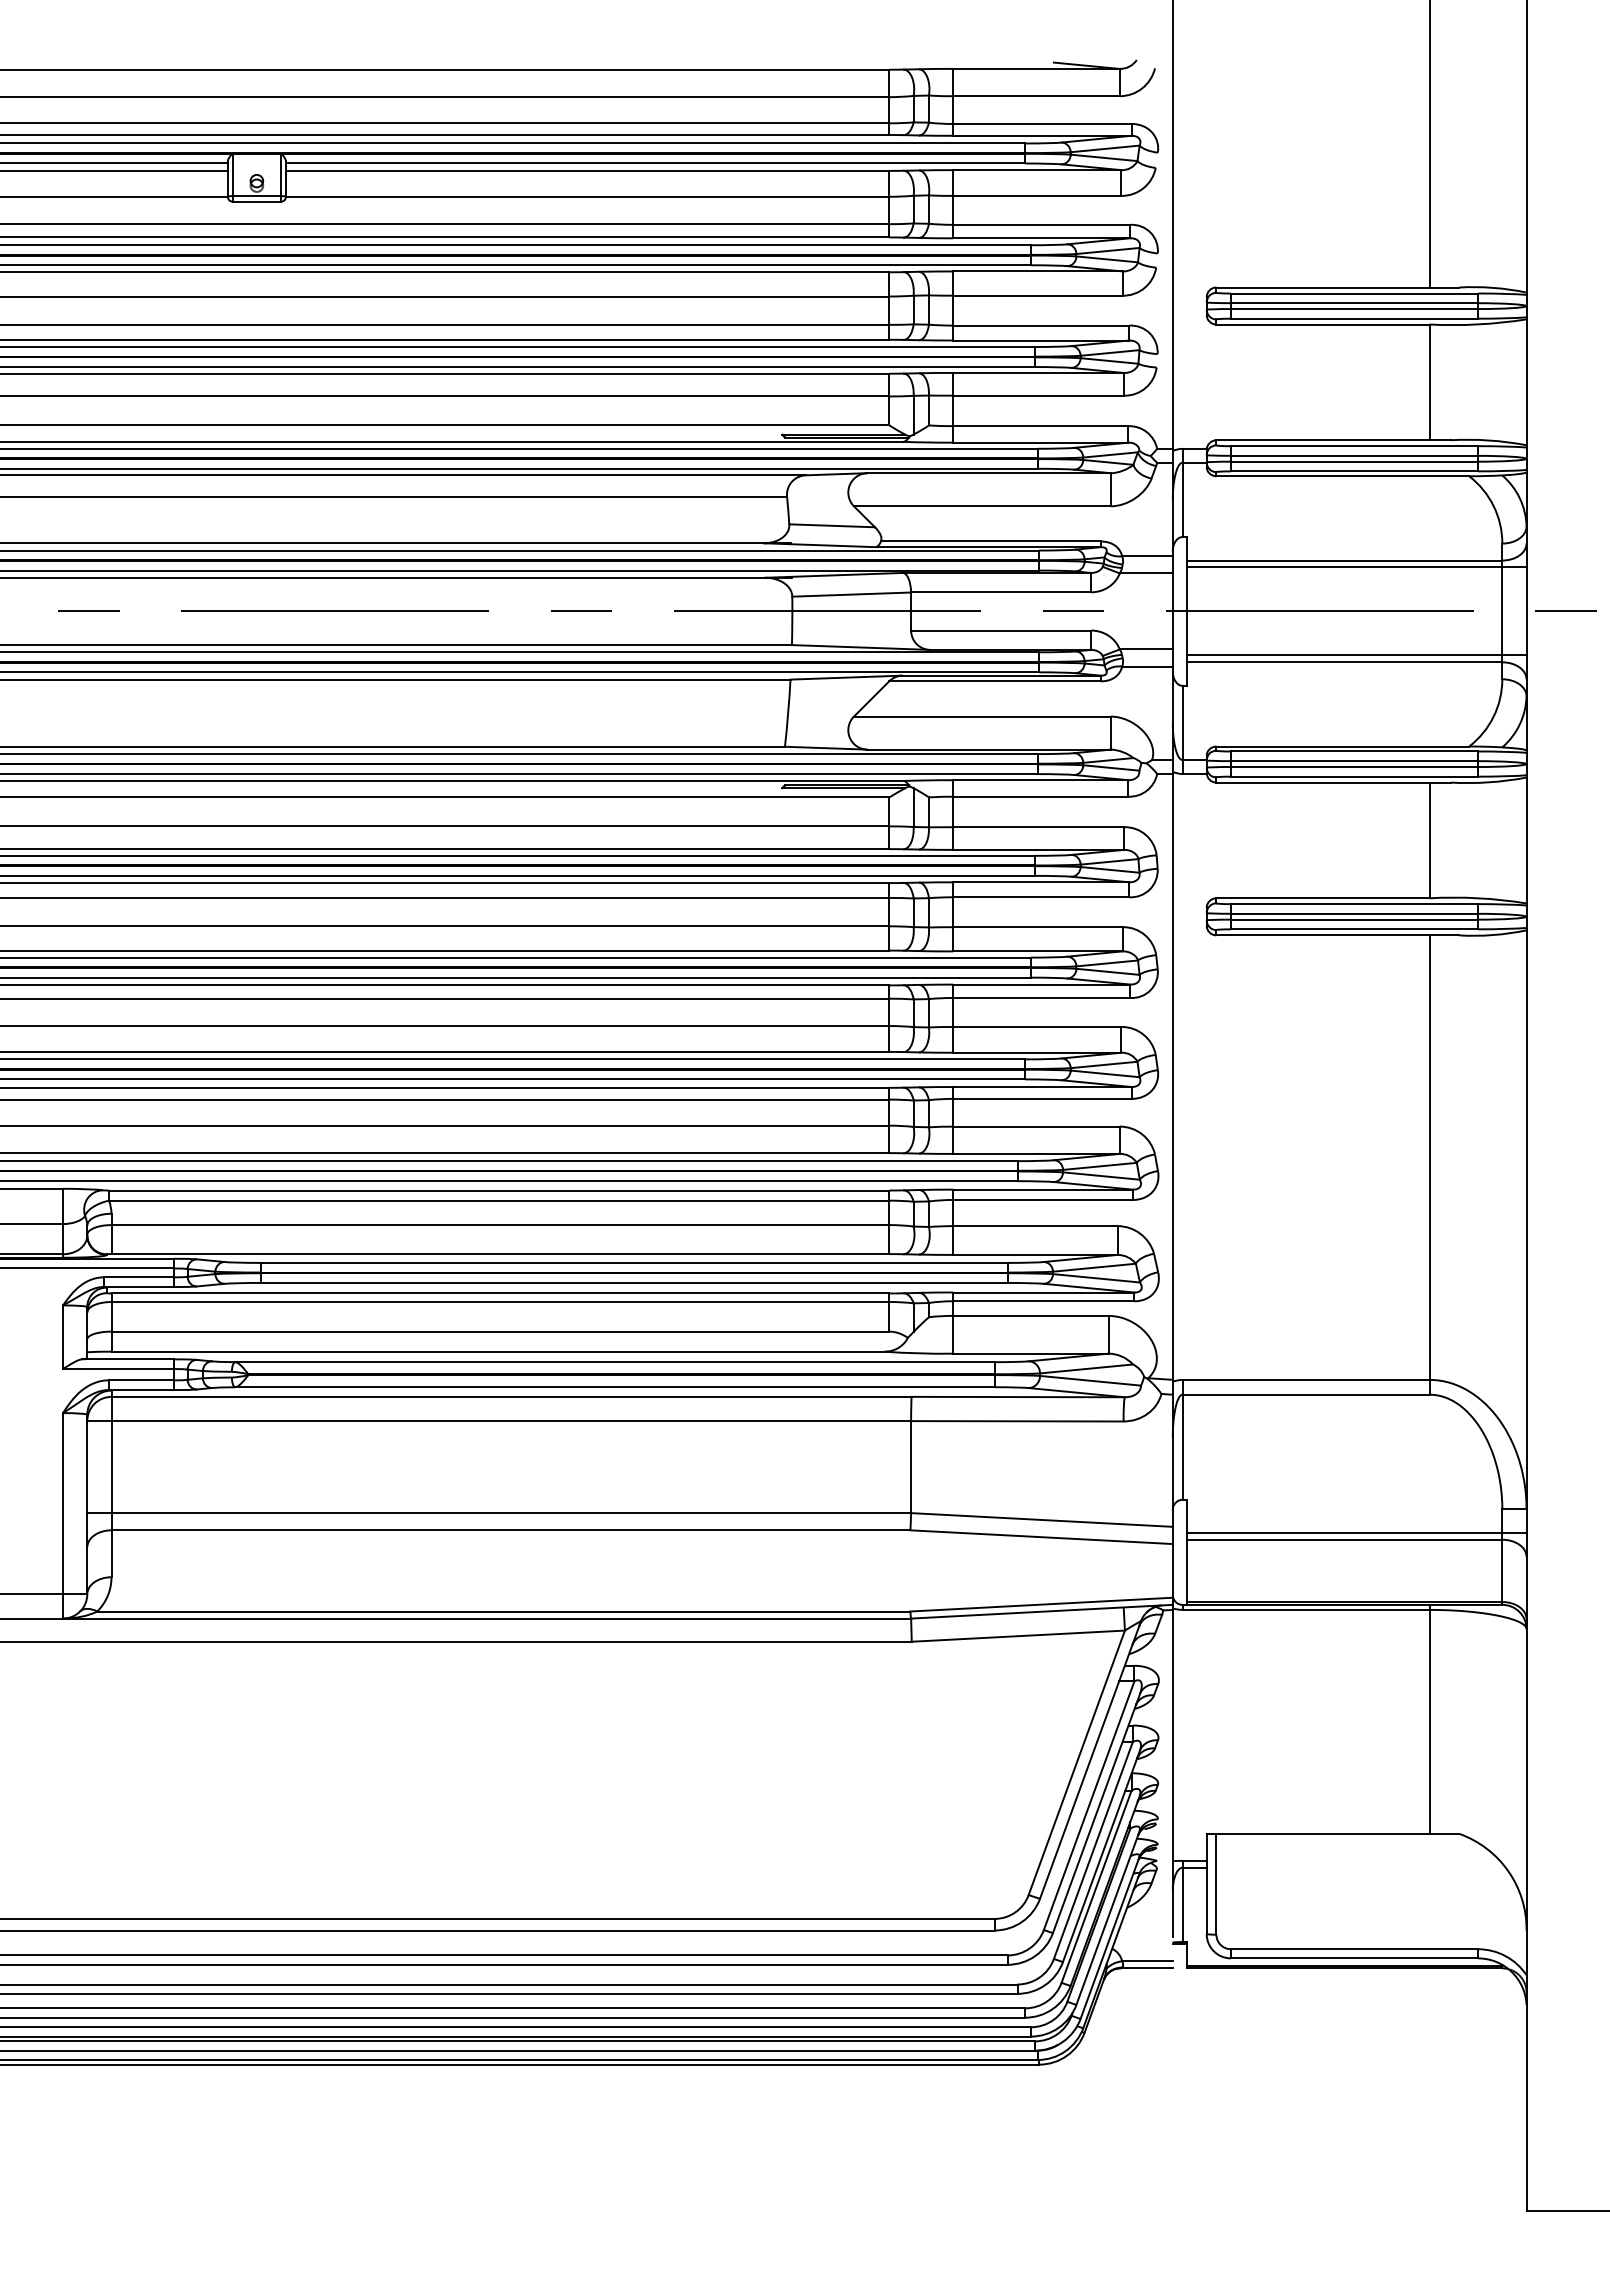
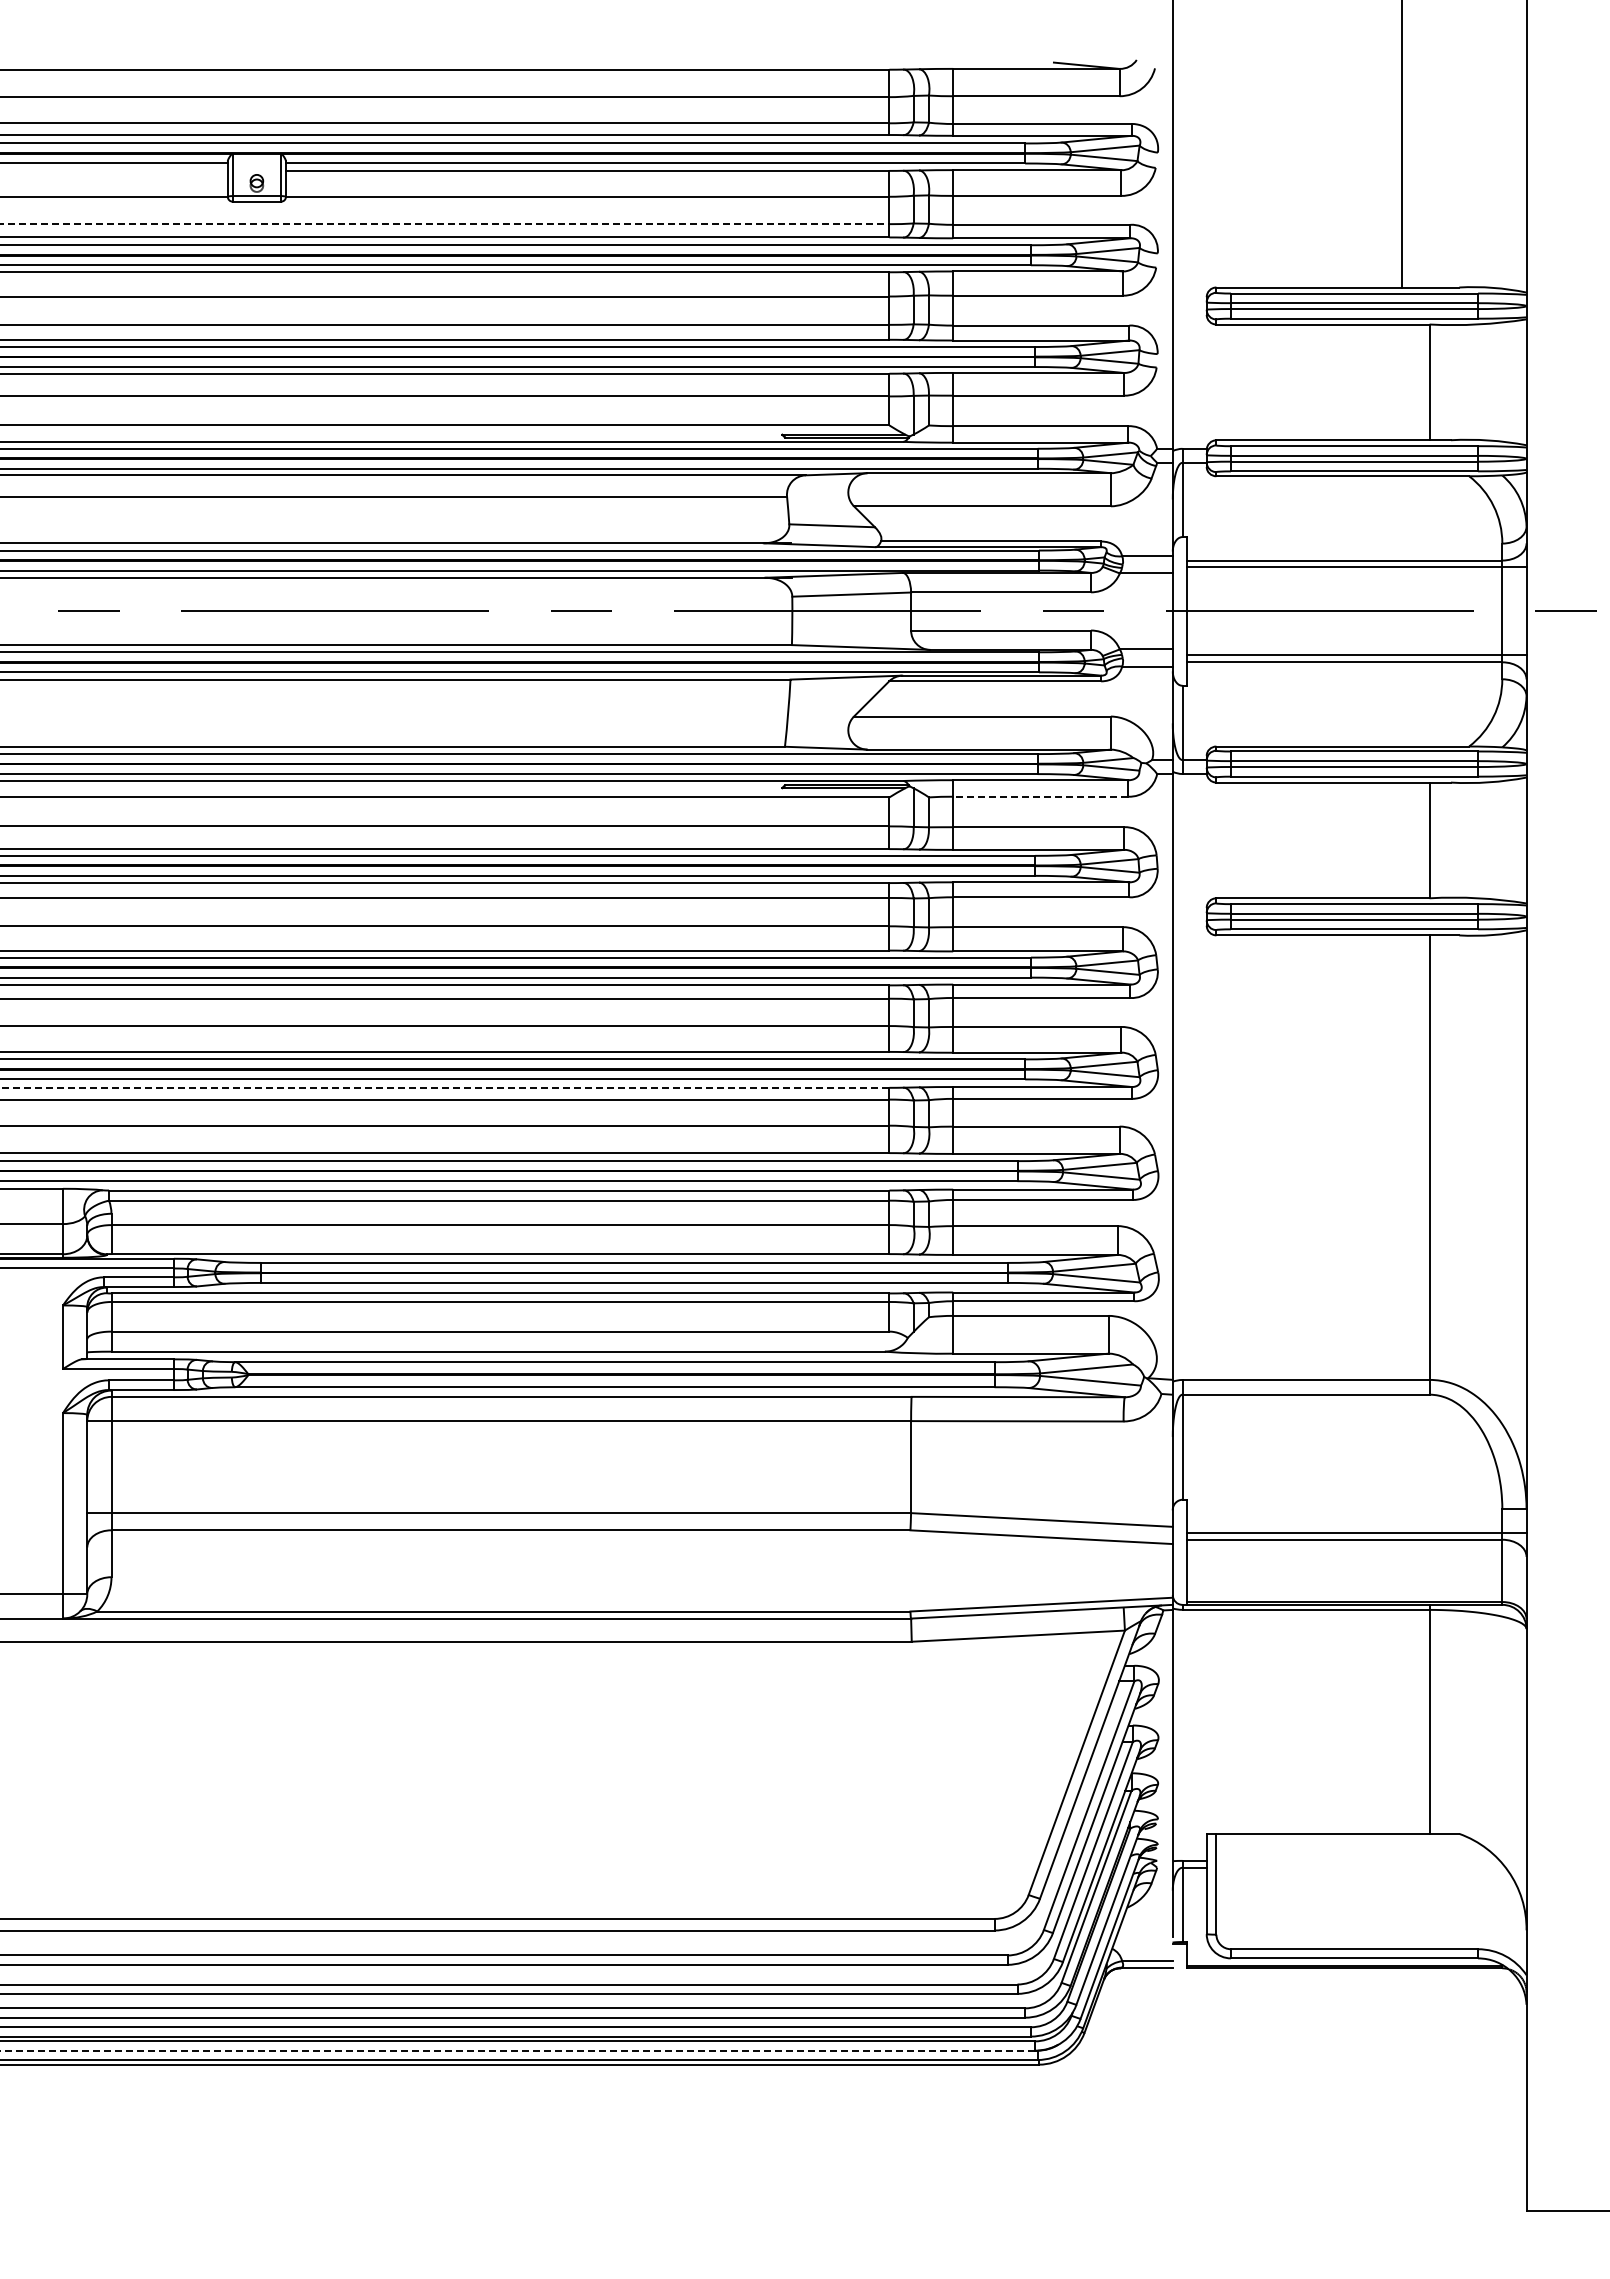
line at (1429, 144) position: (1429, 144) -> (1401, 144)
line at (114, 170): present -> none
line at (445, 224): solid -> dashed
line at (1040, 796): solid -> dashed
line at (444, 1087): solid -> dashed
line at (517, 2050): solid -> dashed
